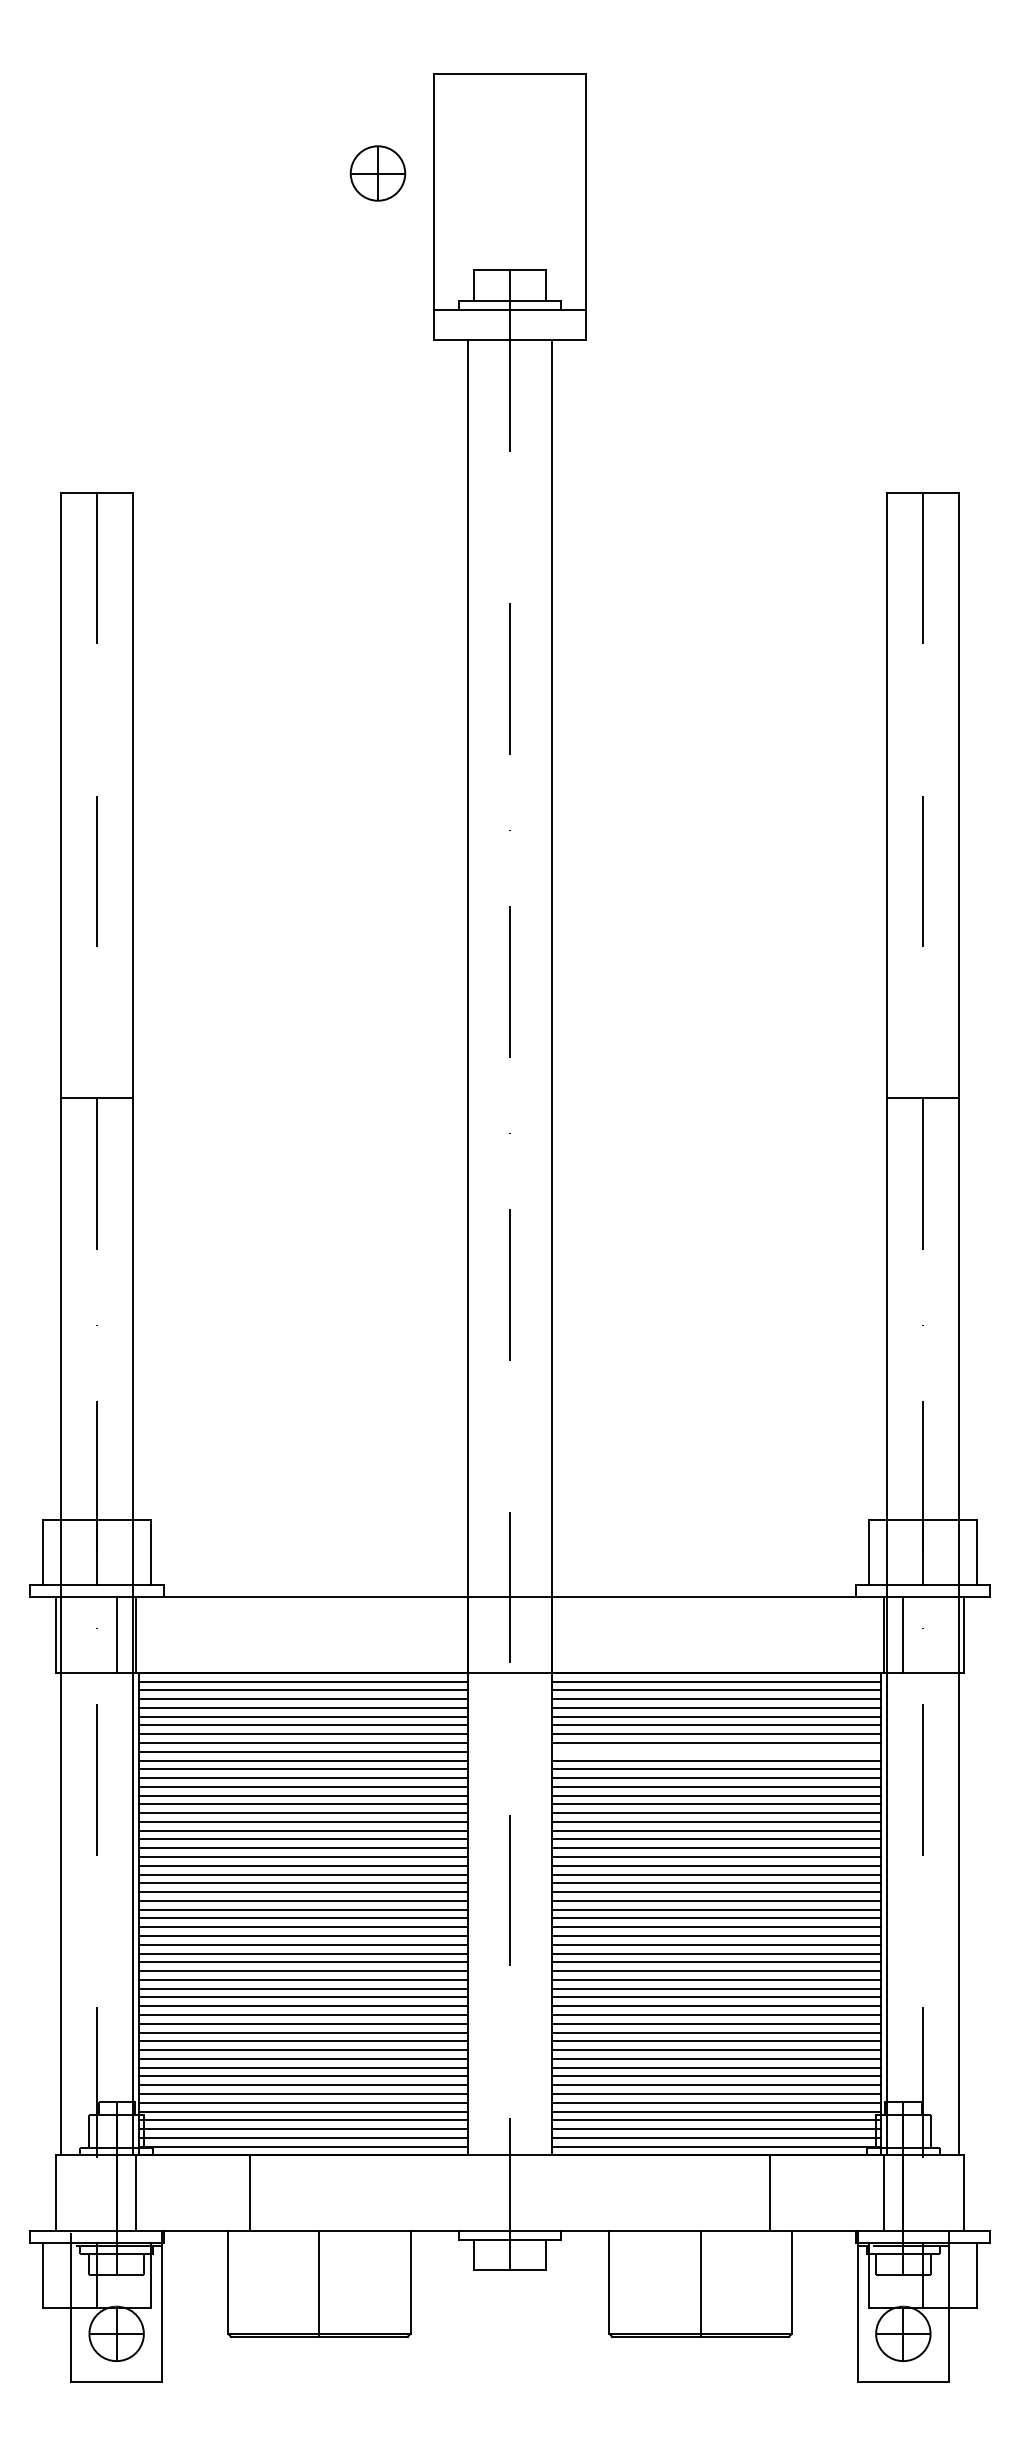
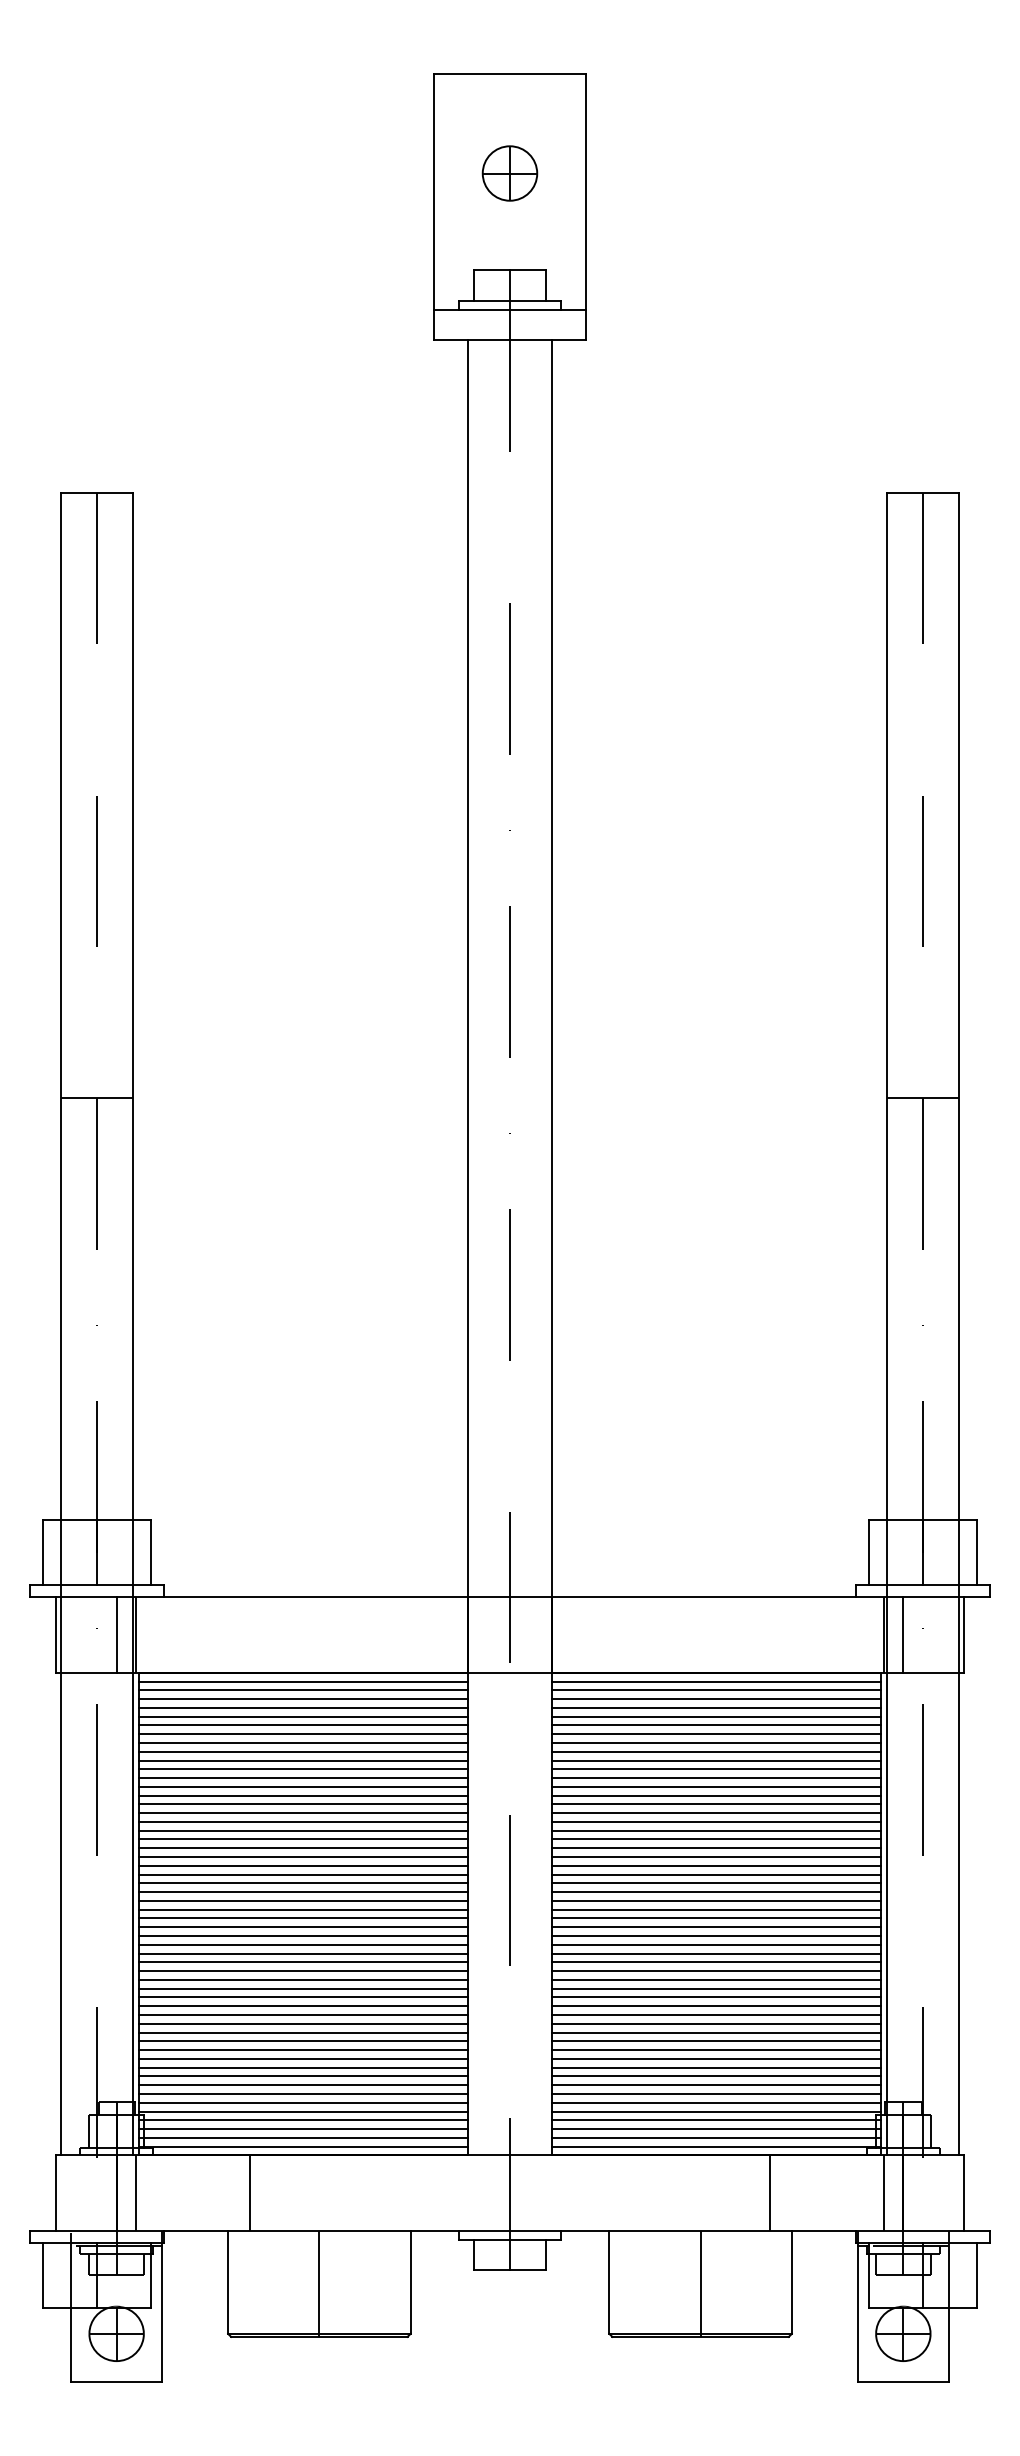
part at (377, 173) position: (377, 173) -> (509, 173)
line at (716, 1751): none -> present
